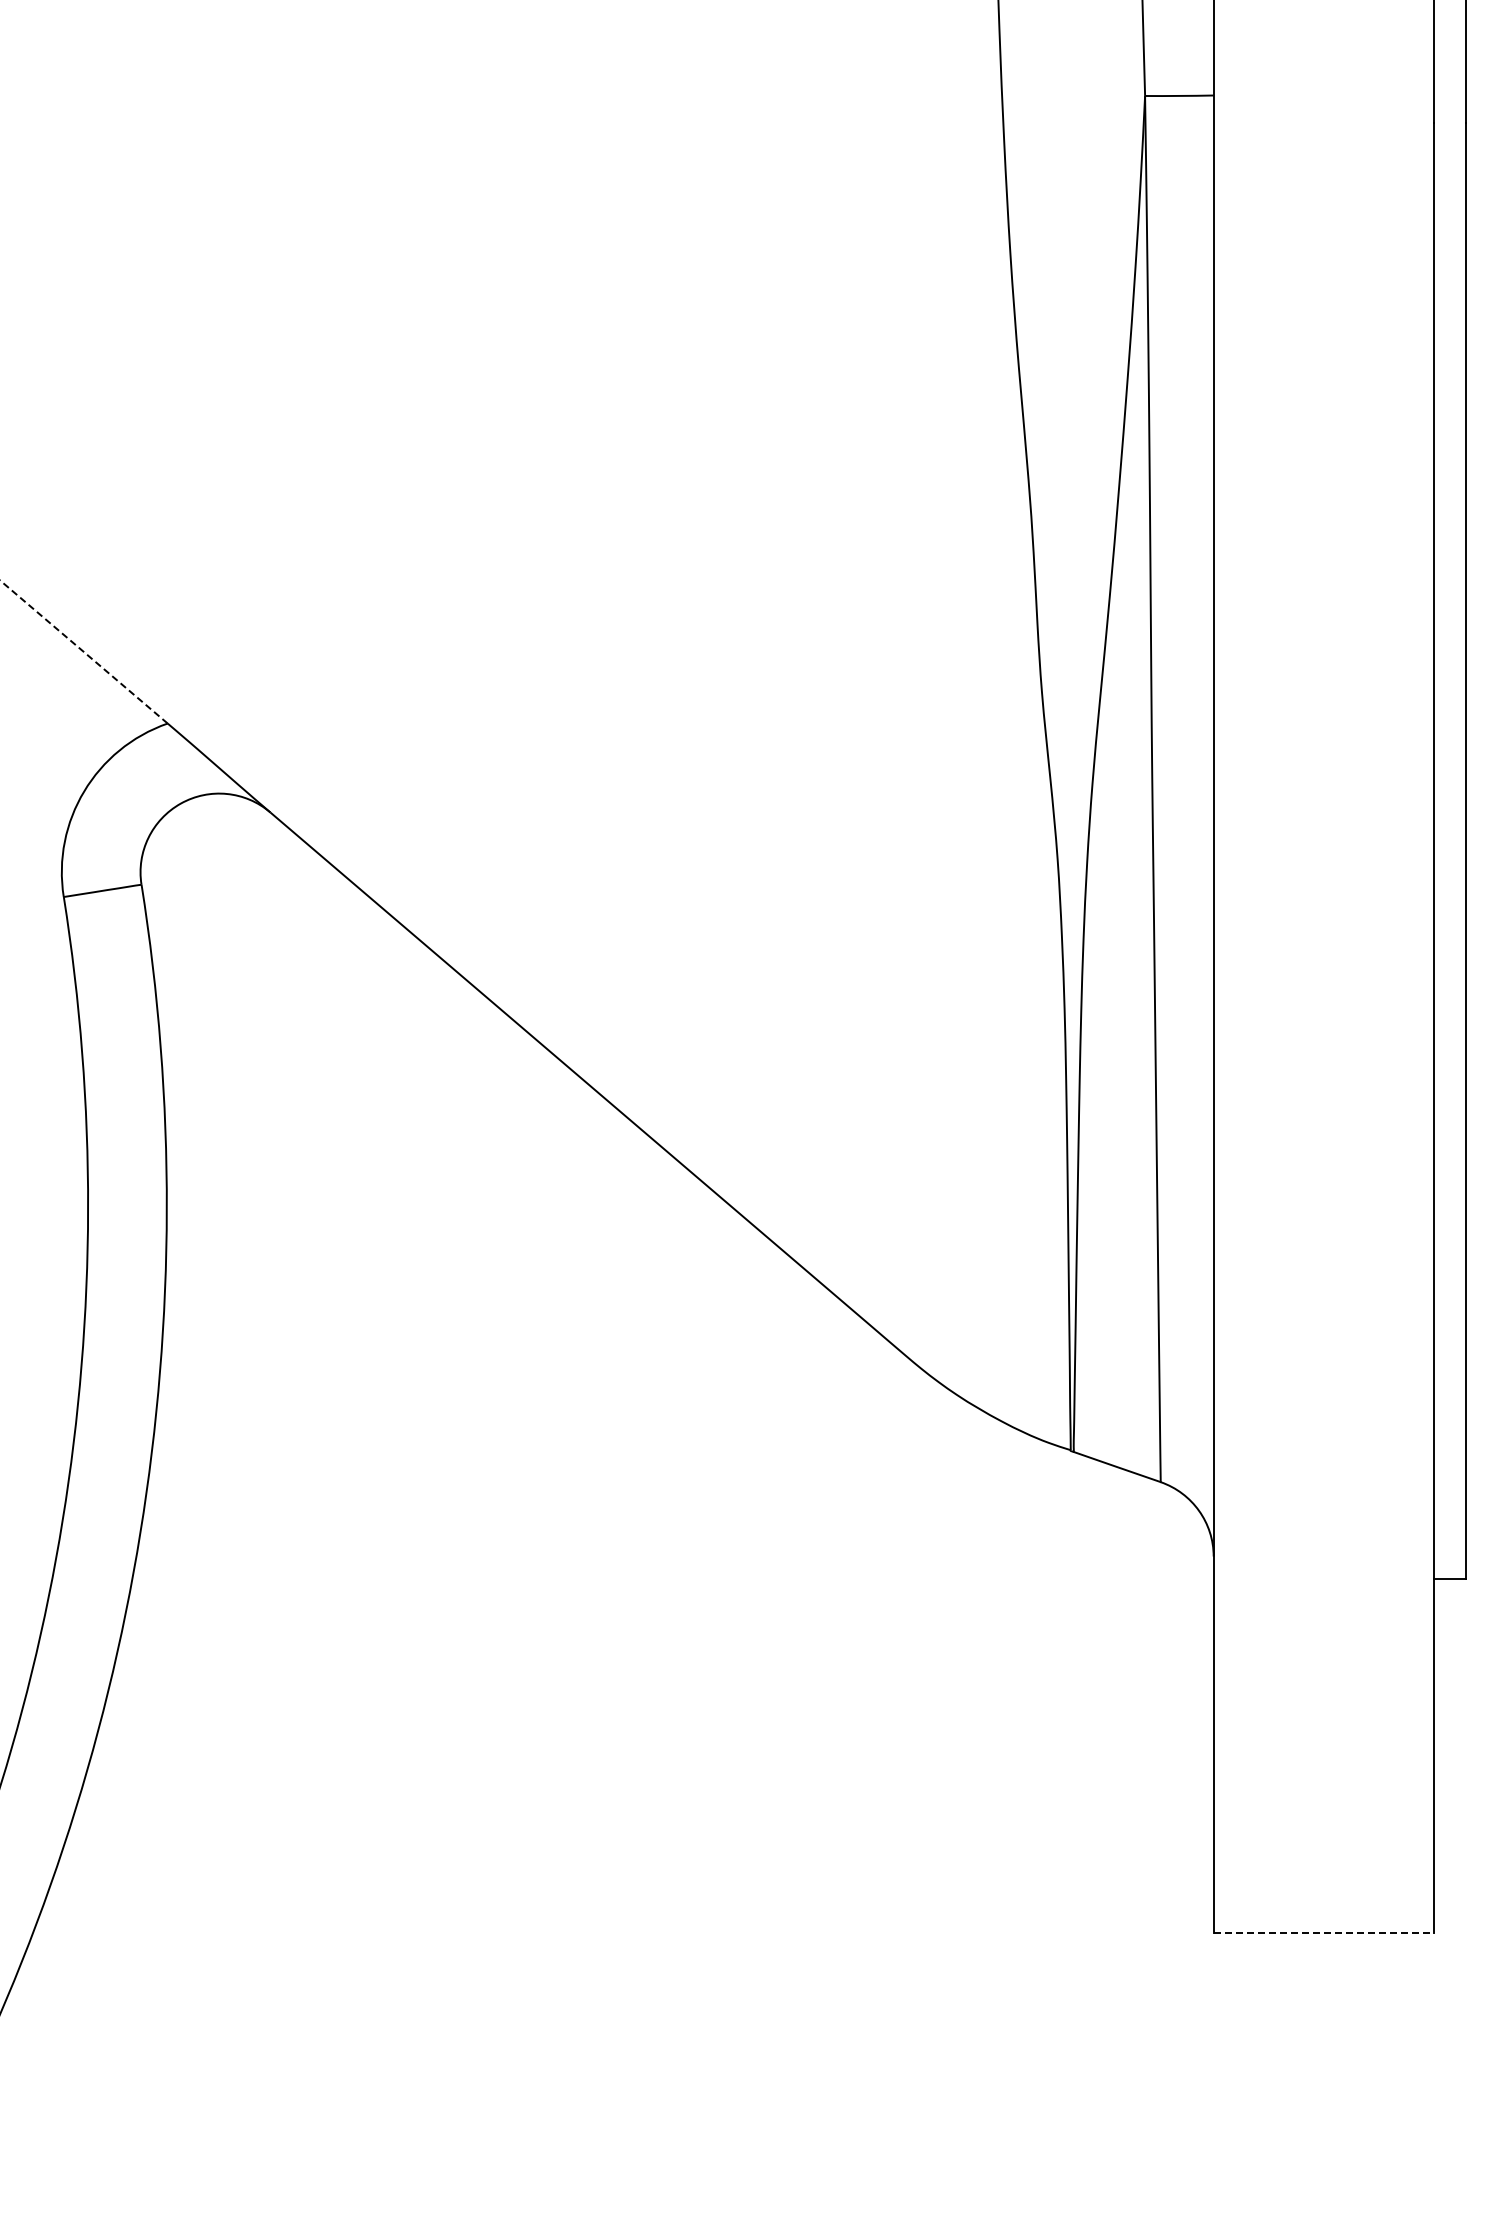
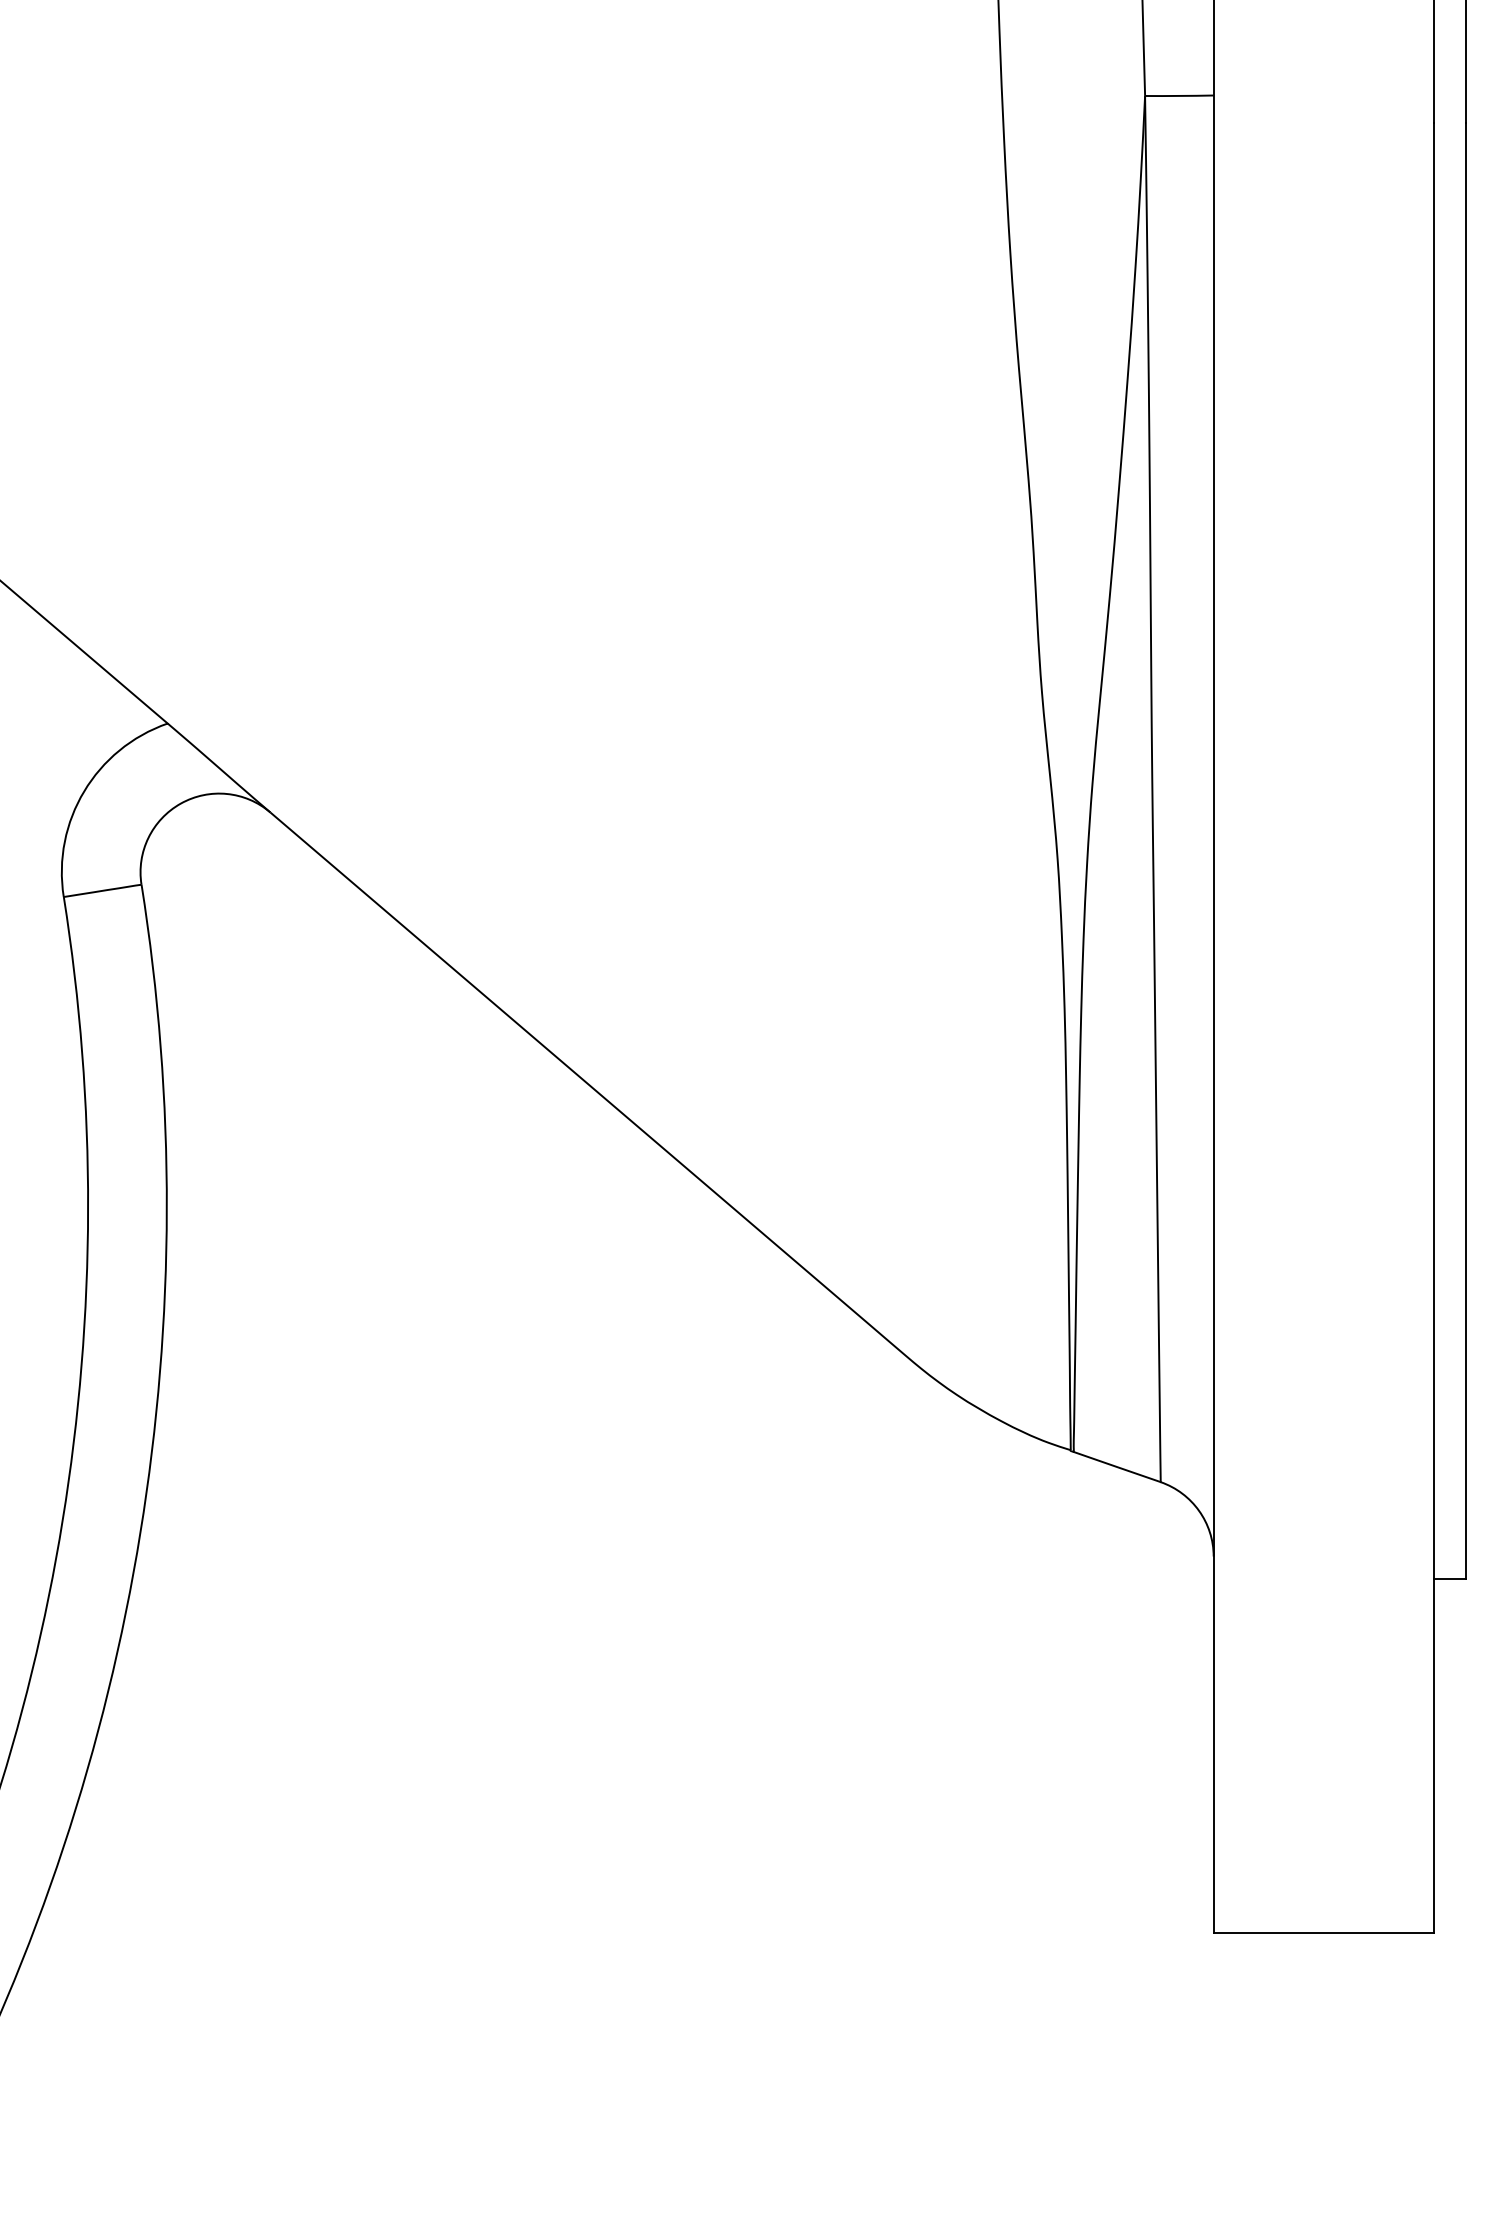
line at (83, 651): dashed -> solid
line at (1324, 1933): dashed -> solid
